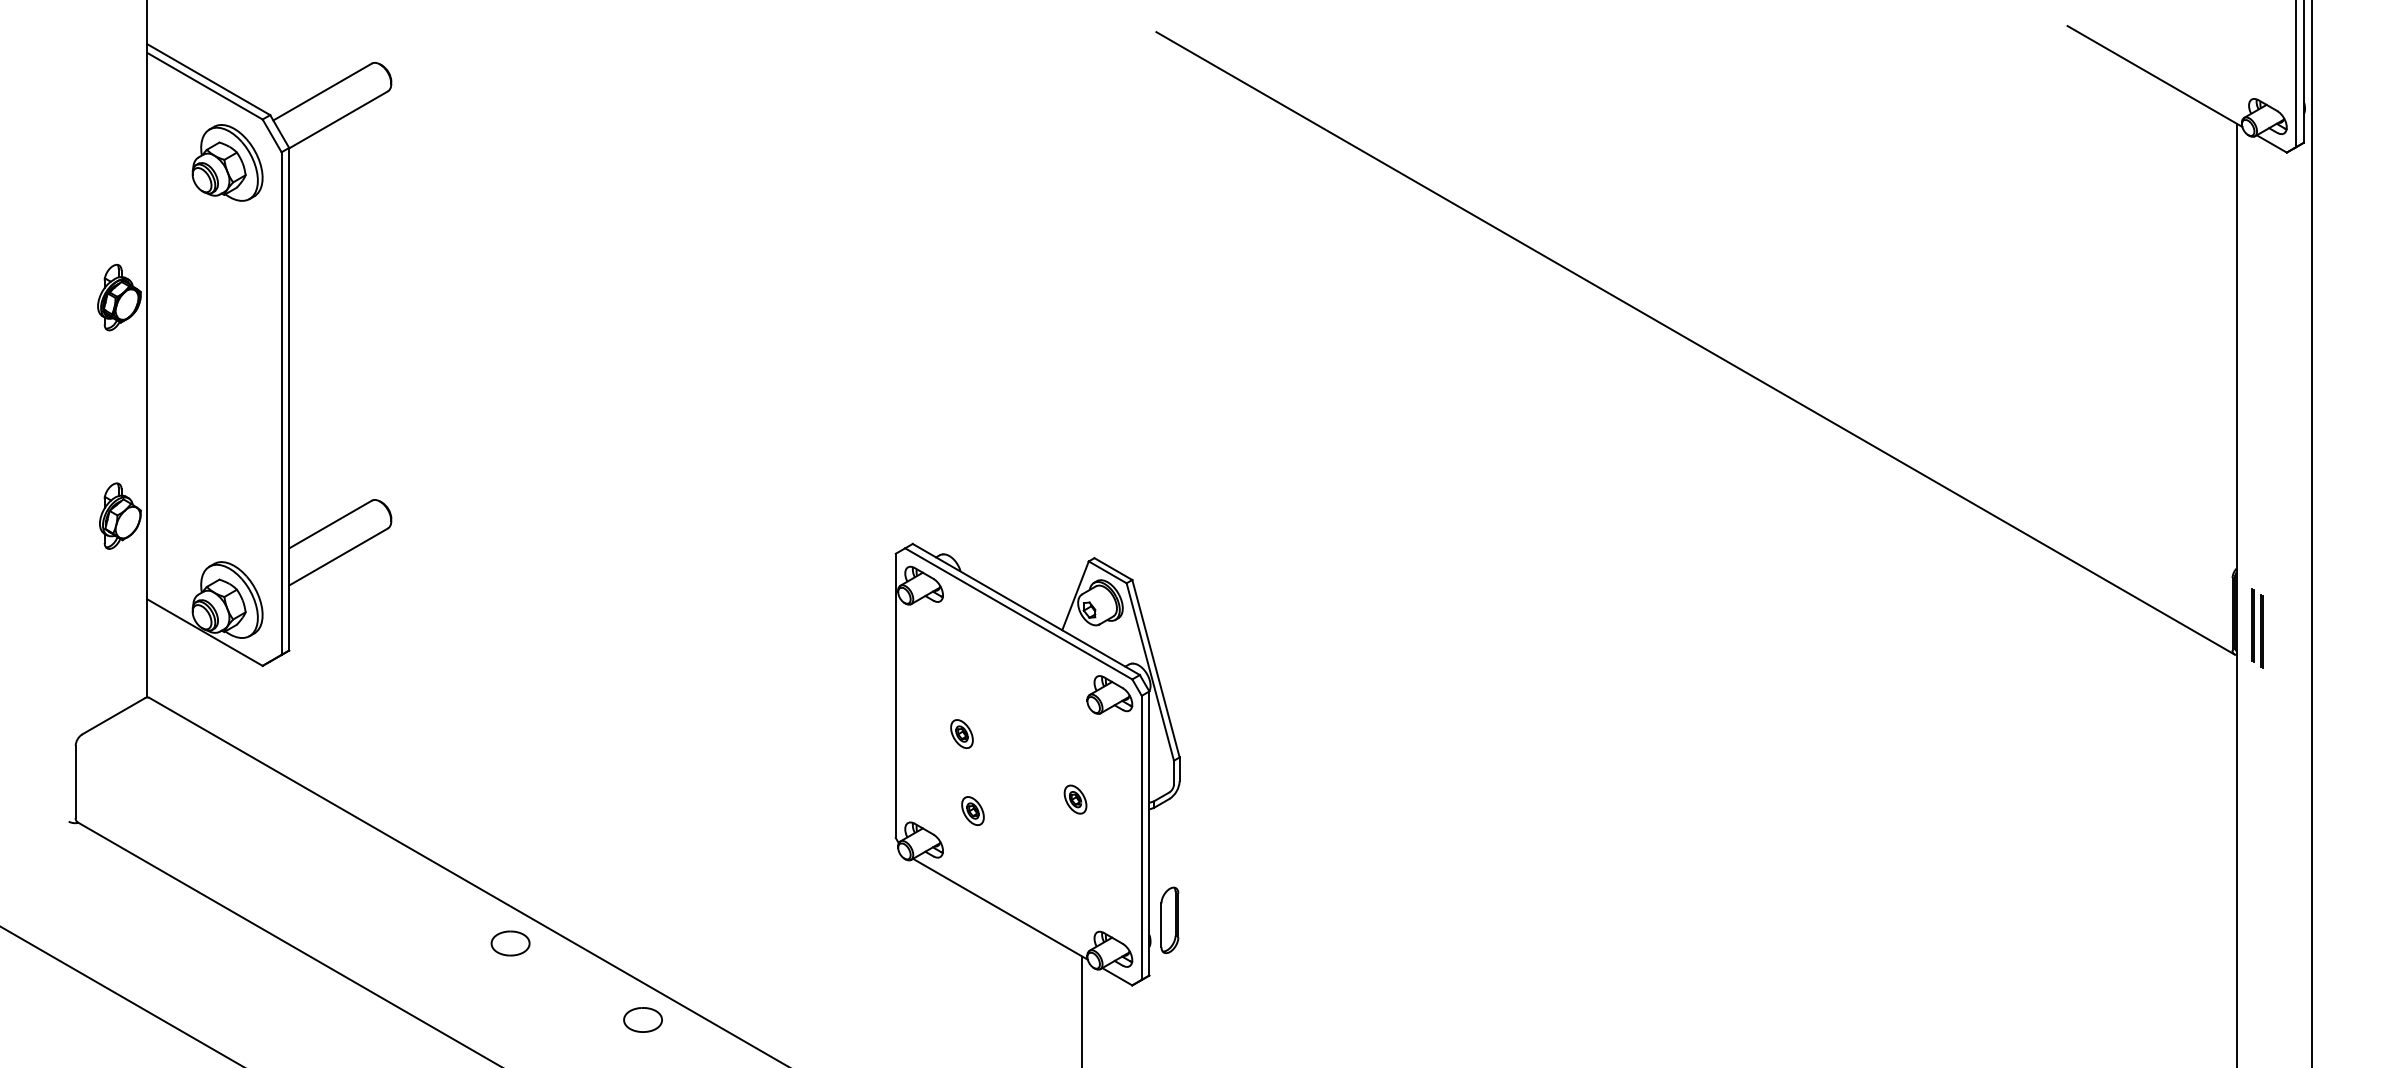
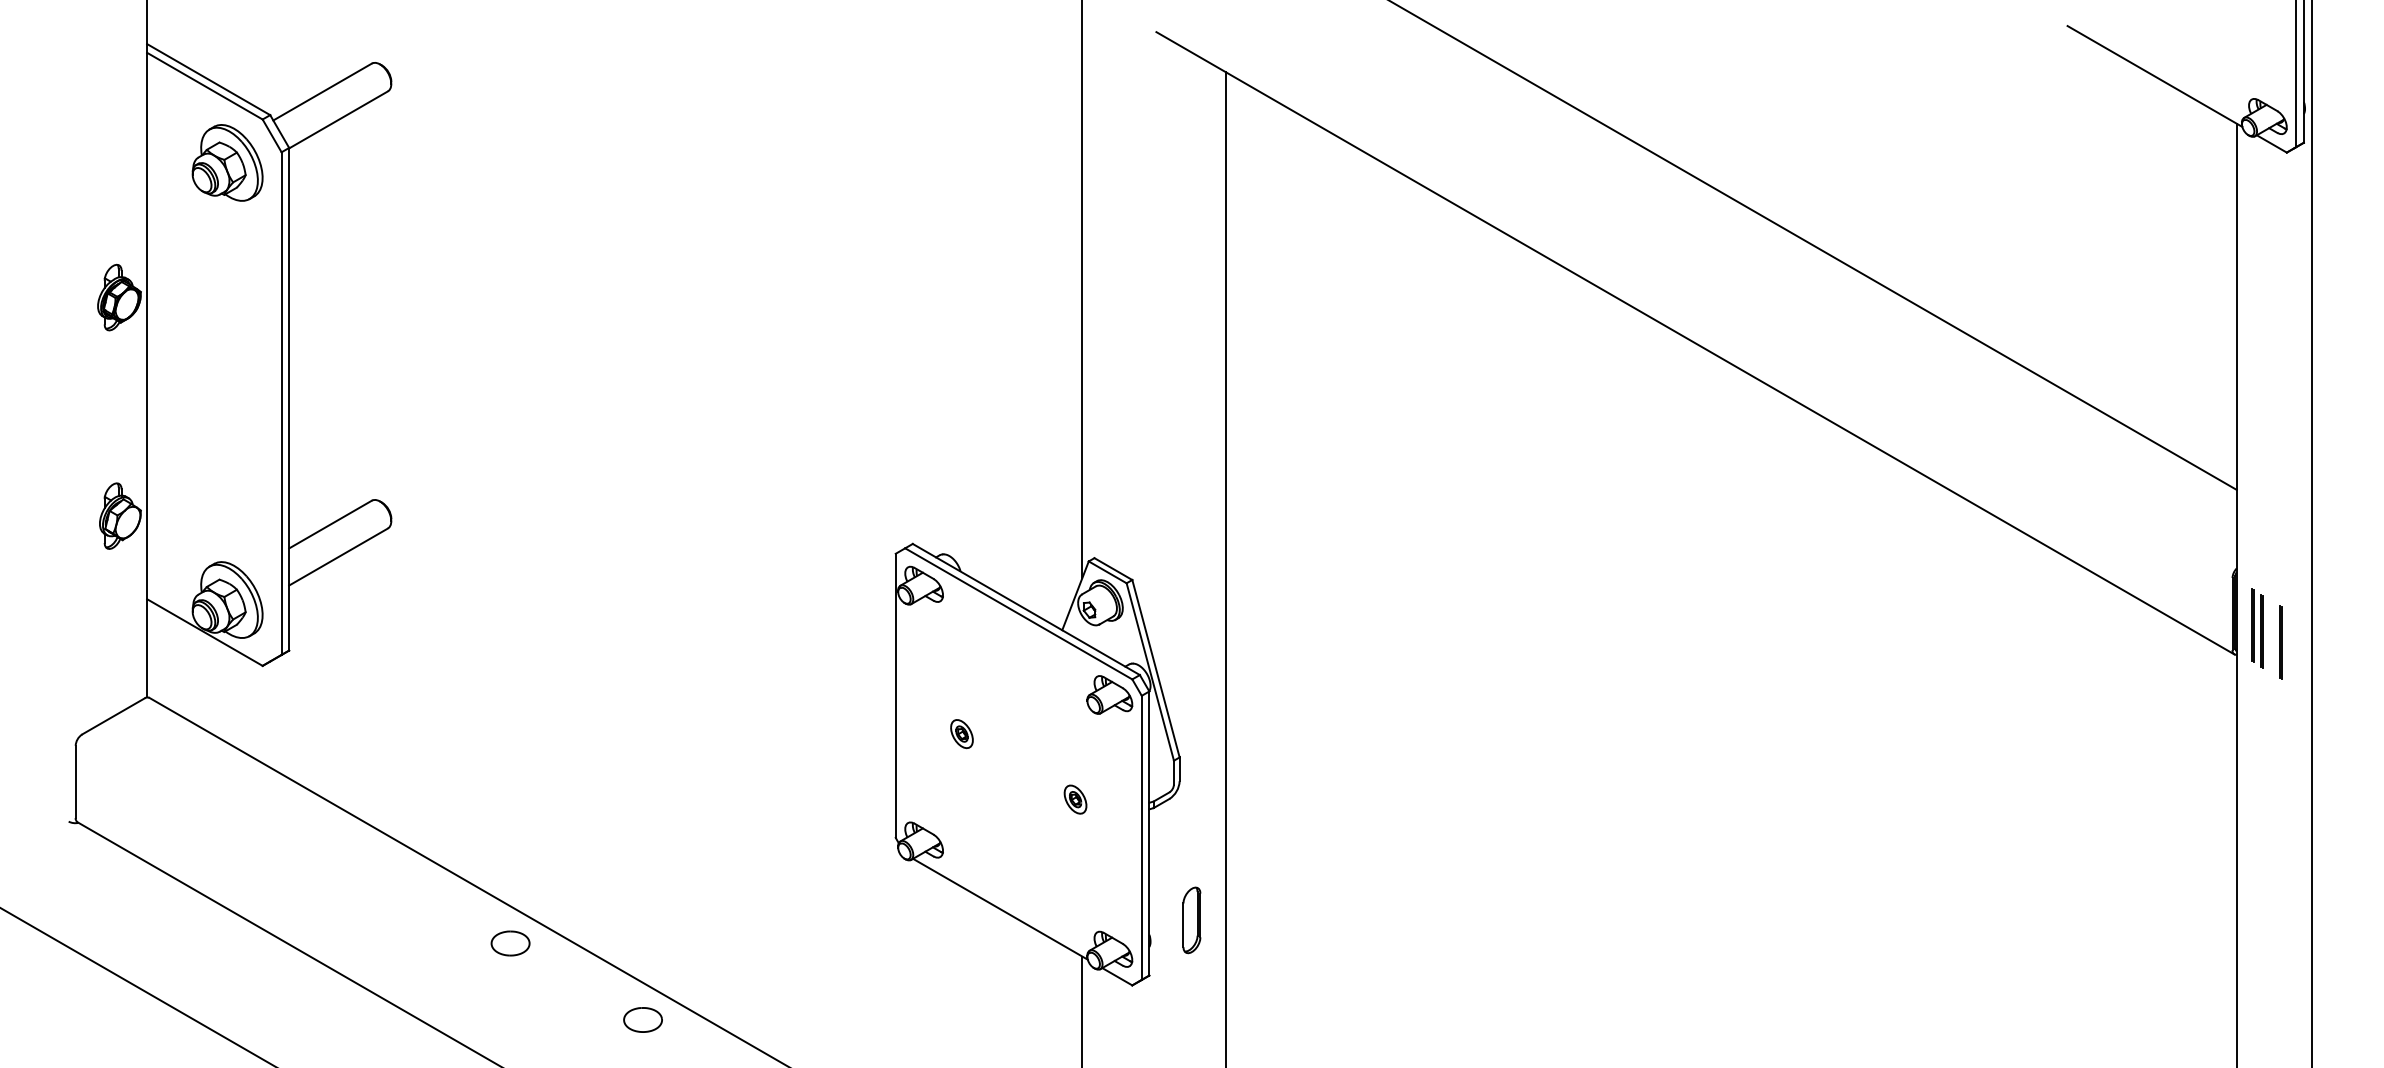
line at (1813, 245): none -> present
line at (1082, 290): none -> present
line at (1225, 568): none -> present
line at (2280, 642): none -> present
part at (972, 811): present -> none
part at (1169, 920) position: (1169, 920) -> (1191, 920)
line at (120, 995) position: (120, 995) -> (137, 986)
